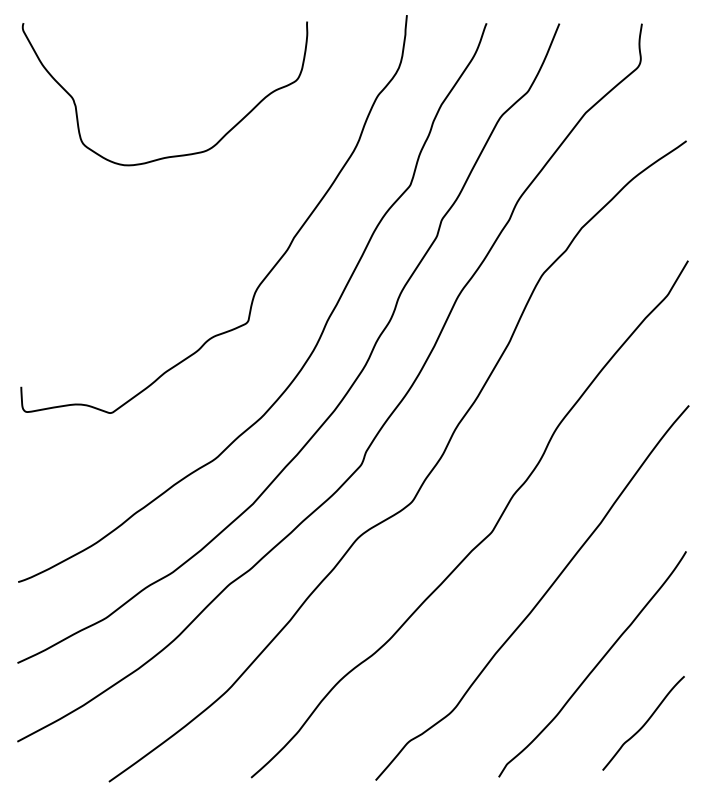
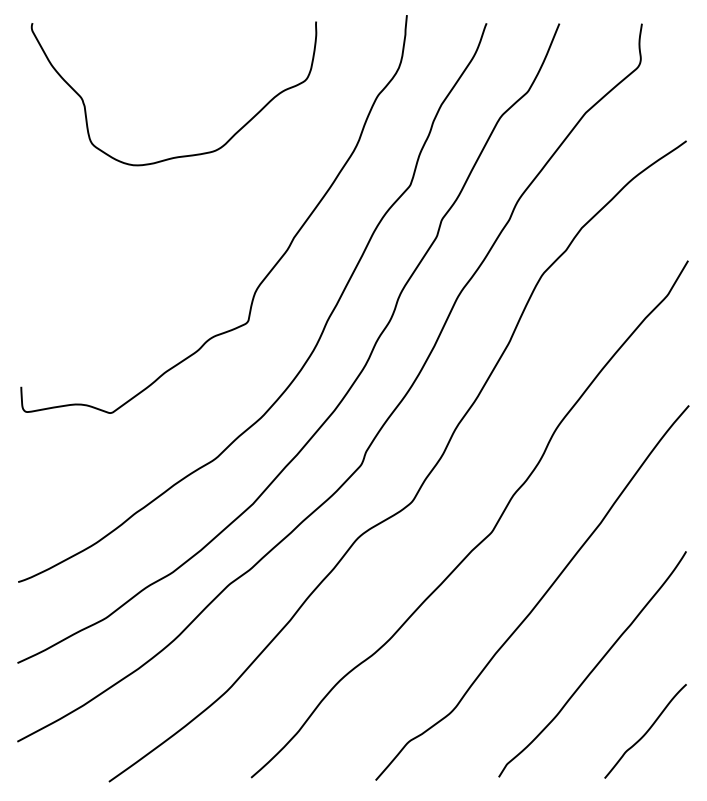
curve at (172, 155) position: (172, 155) -> (181, 155)
curve at (644, 723) position: (644, 723) -> (646, 731)
